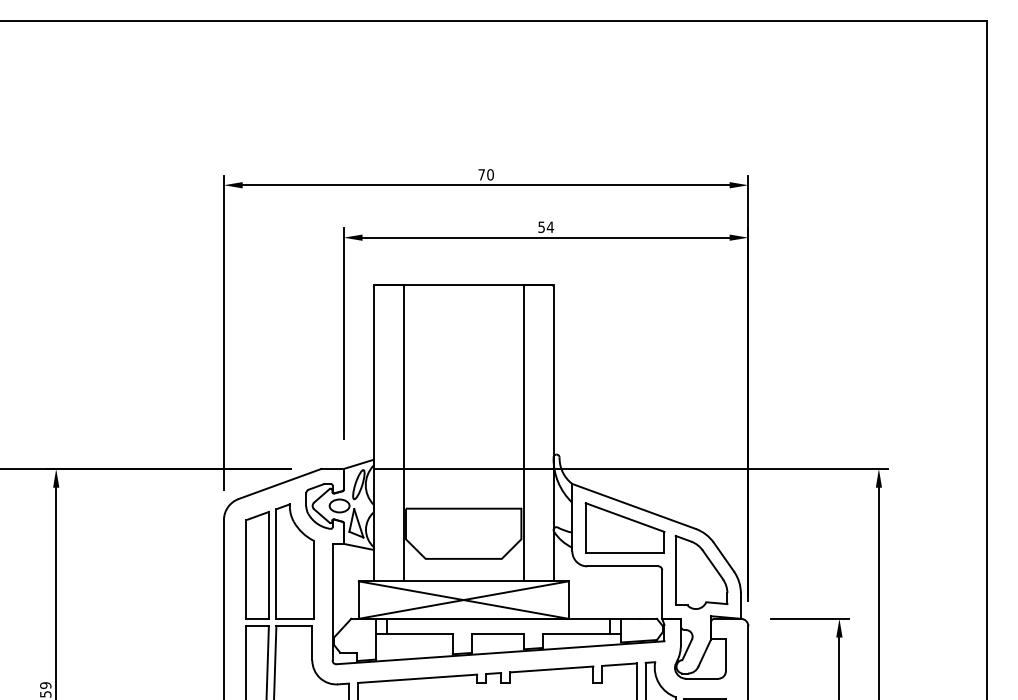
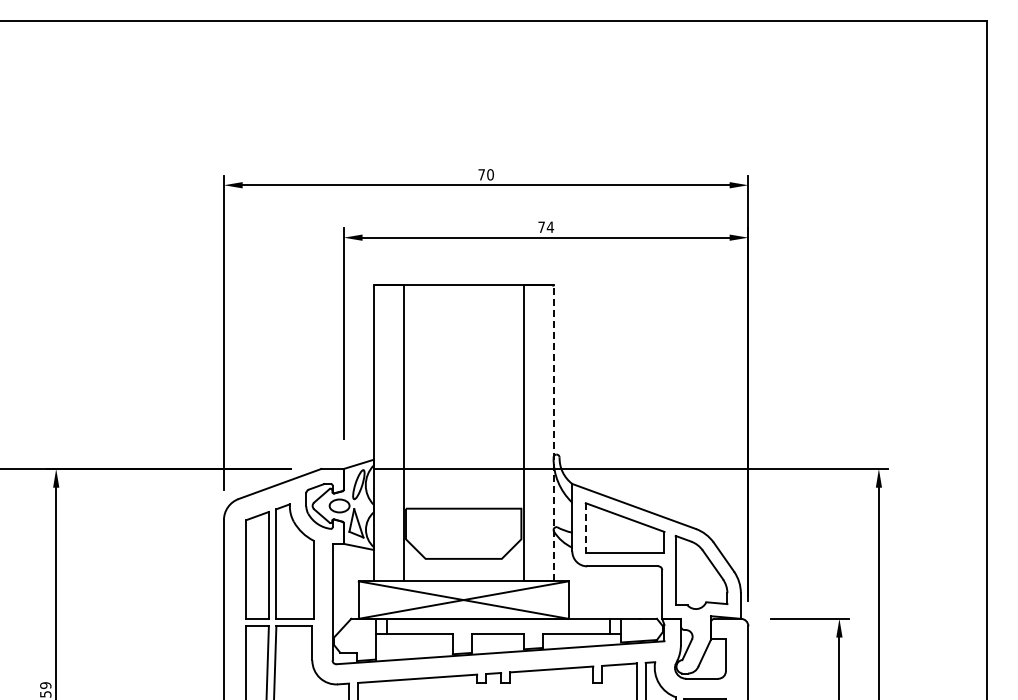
text at (541, 226): 54 -> 74
line at (553, 433): solid -> dashed
line at (585, 528): solid -> dashed
